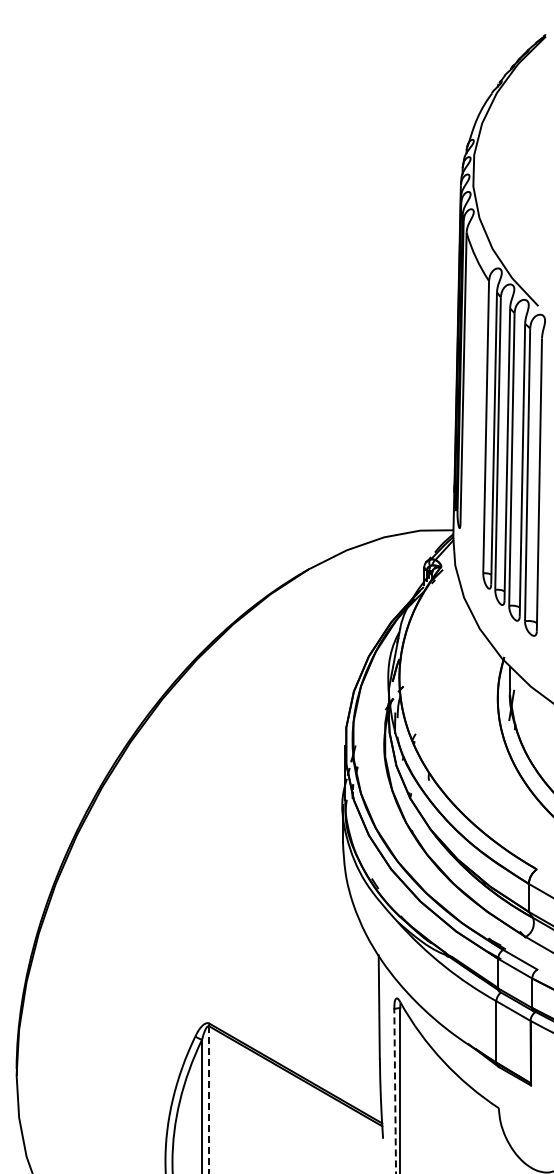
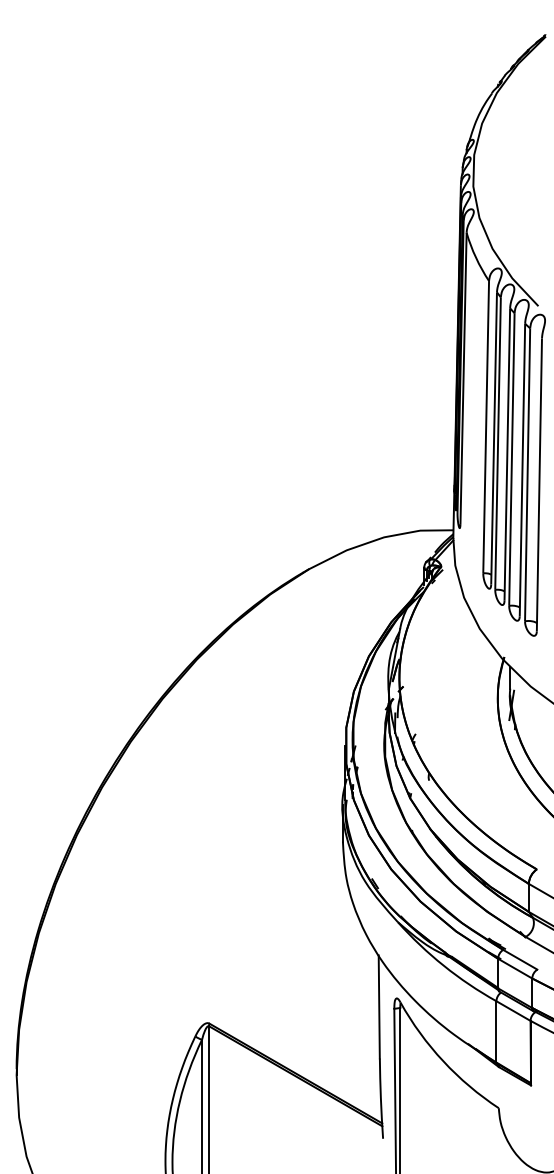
line at (395, 1090): dashed -> solid
line at (209, 1100): dashed -> solid
